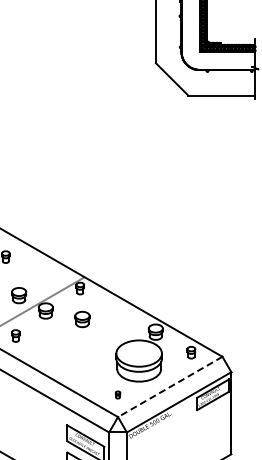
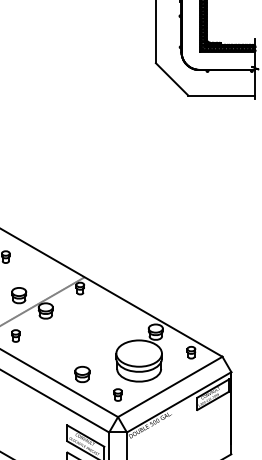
part at (82, 318) position: (82, 318) -> (82, 373)
line at (169, 387): dashed -> solid
part at (117, 394) size: 8x10 px -> 10x14 px
